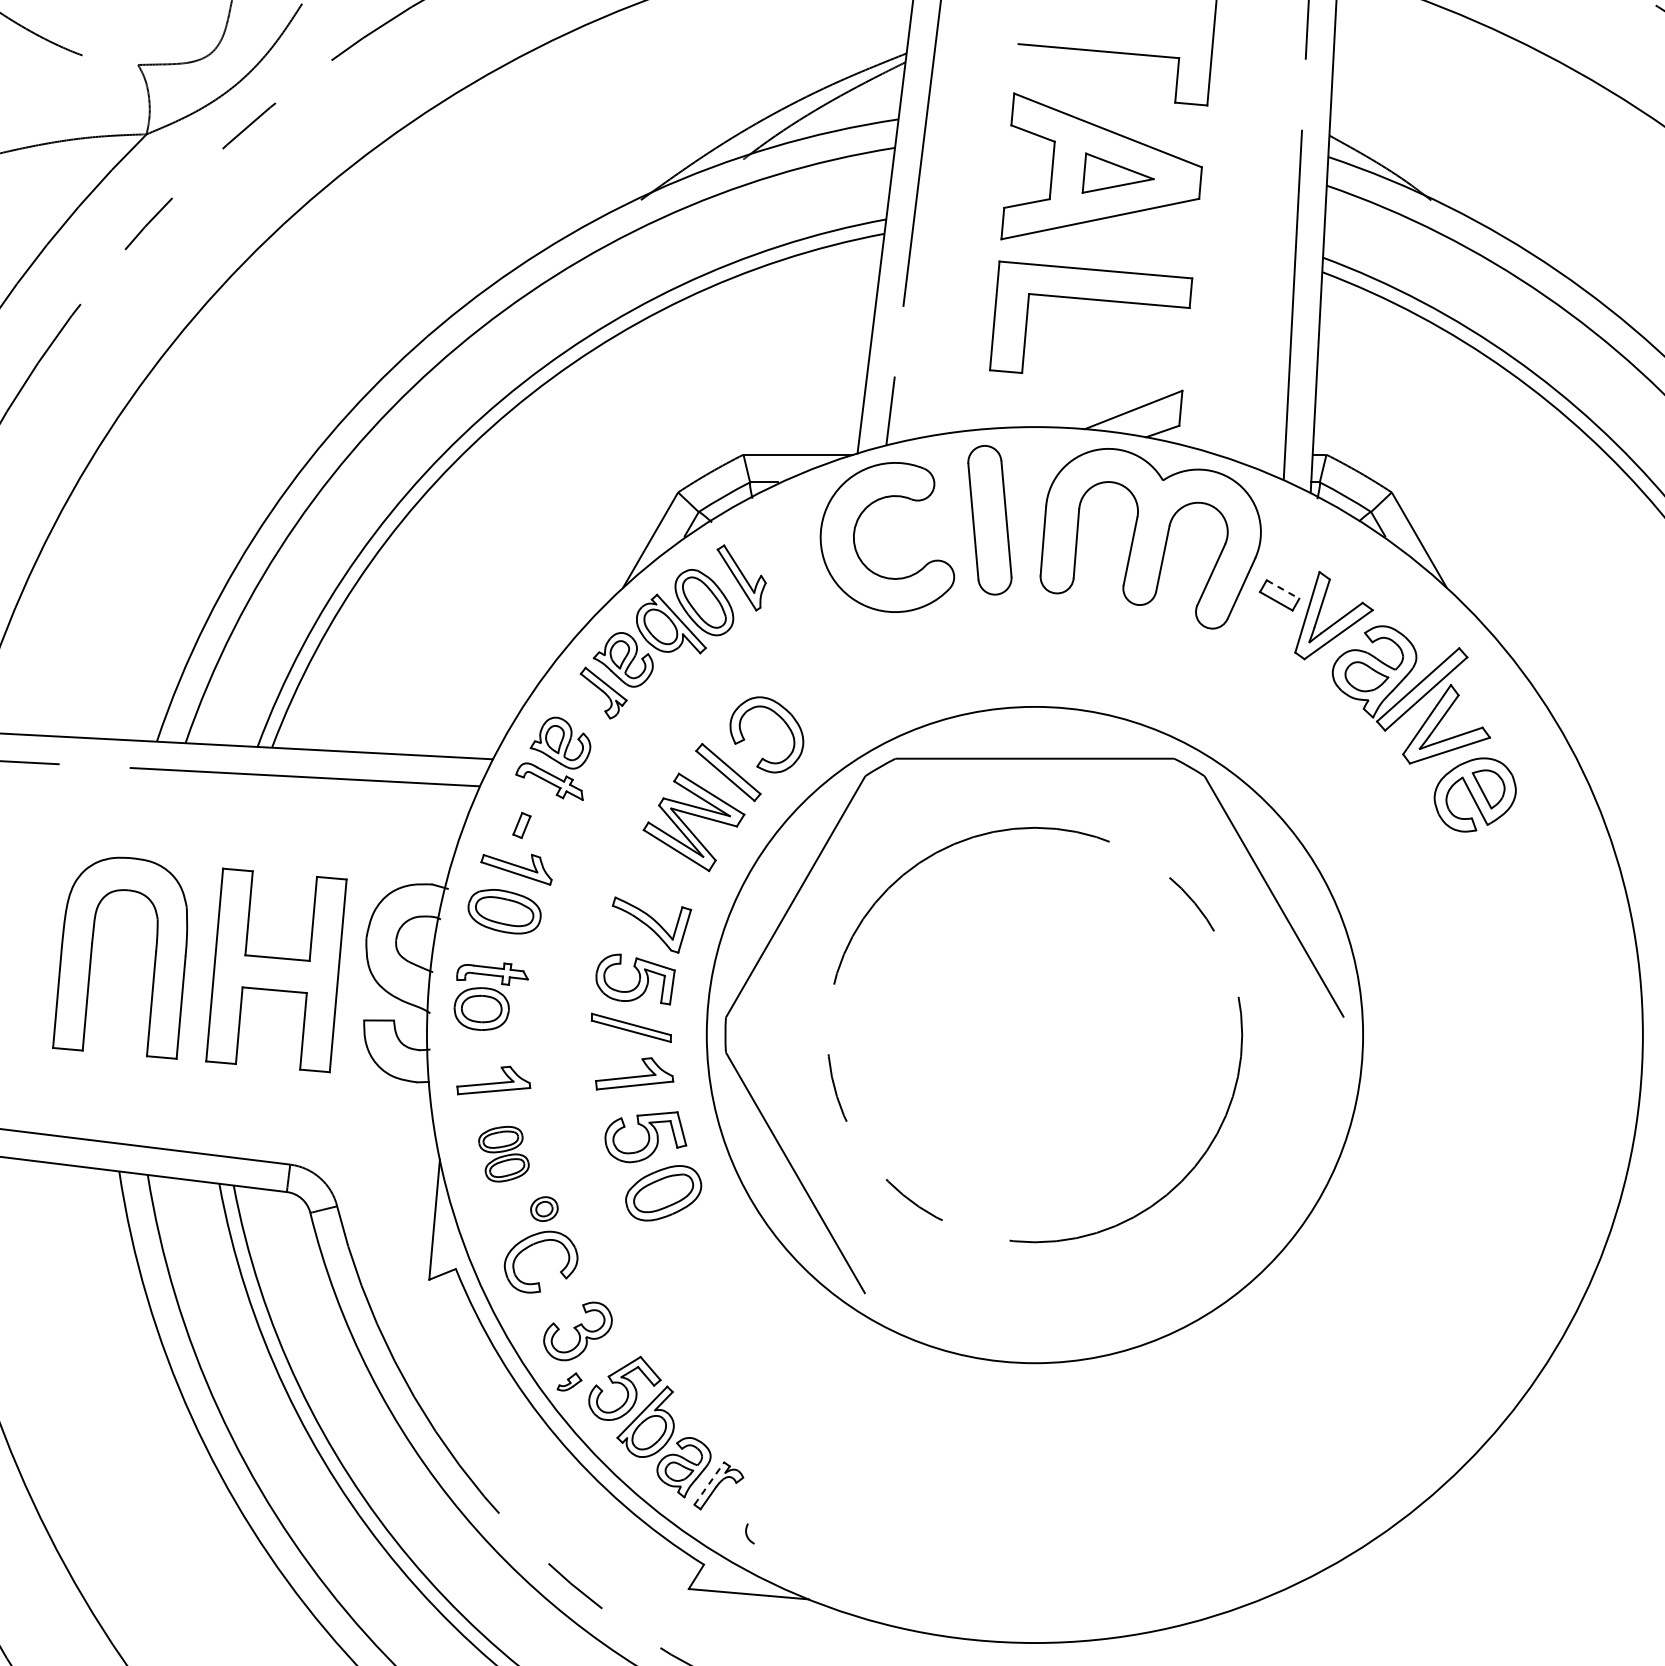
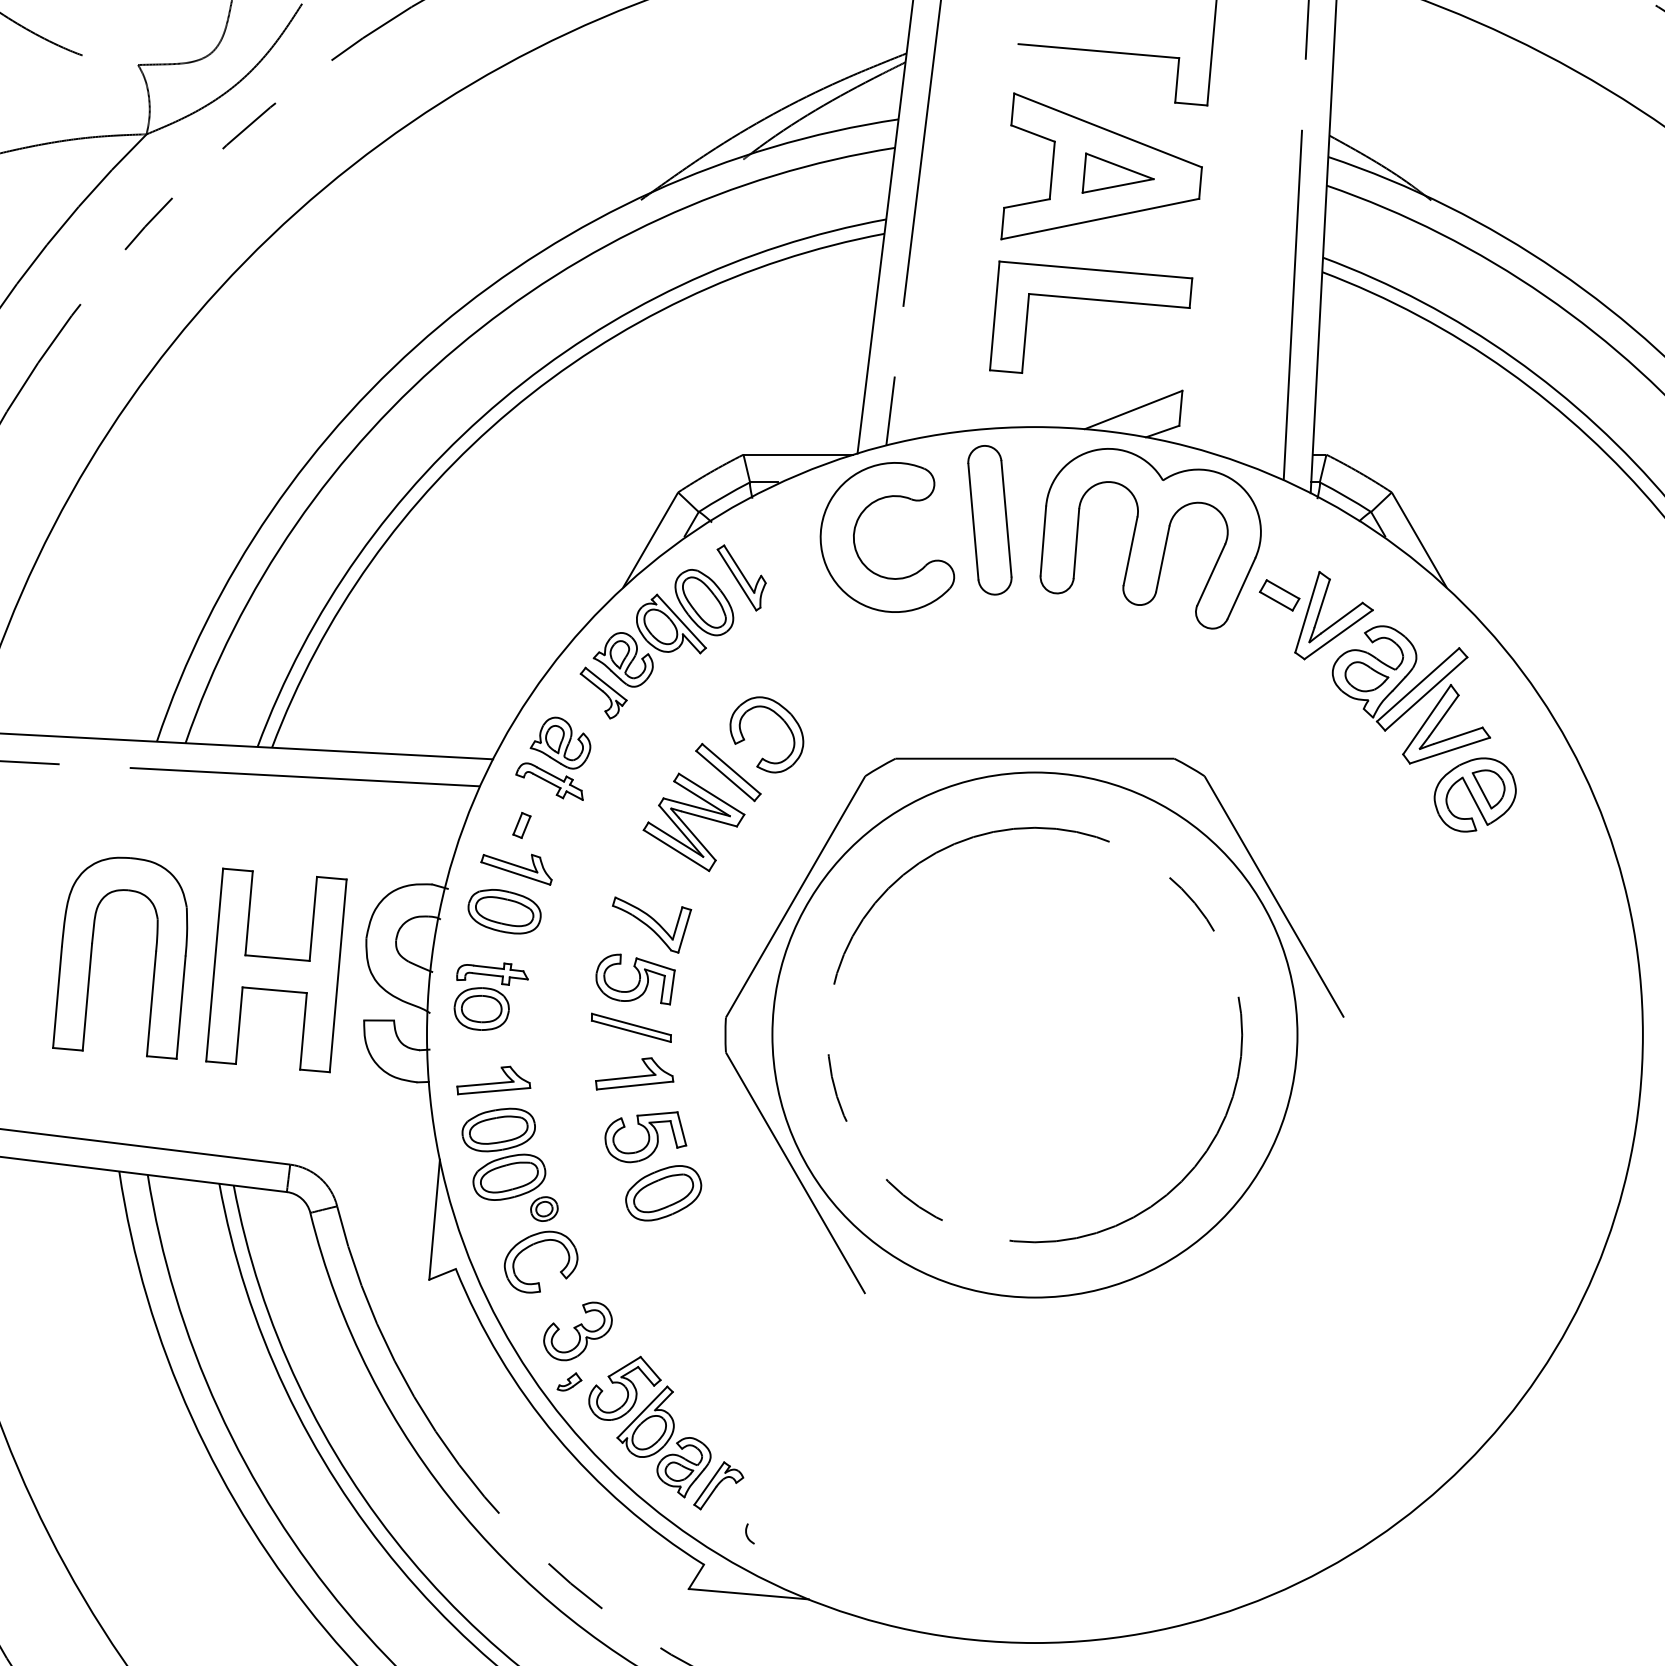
line at (1283, 589): dashed -> solid
circle at (1034, 1034) diameter: 656 px -> 525 px
part at (503, 1154) size: 52x57 px -> 86x94 px
line at (709, 1483): dashed -> solid
